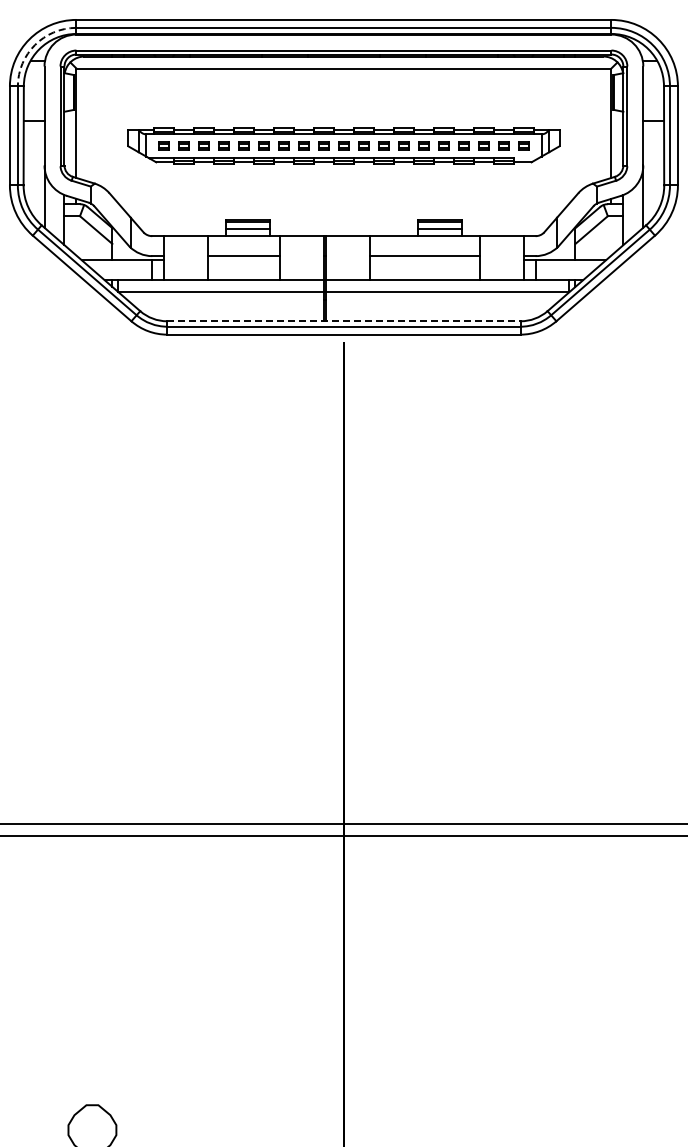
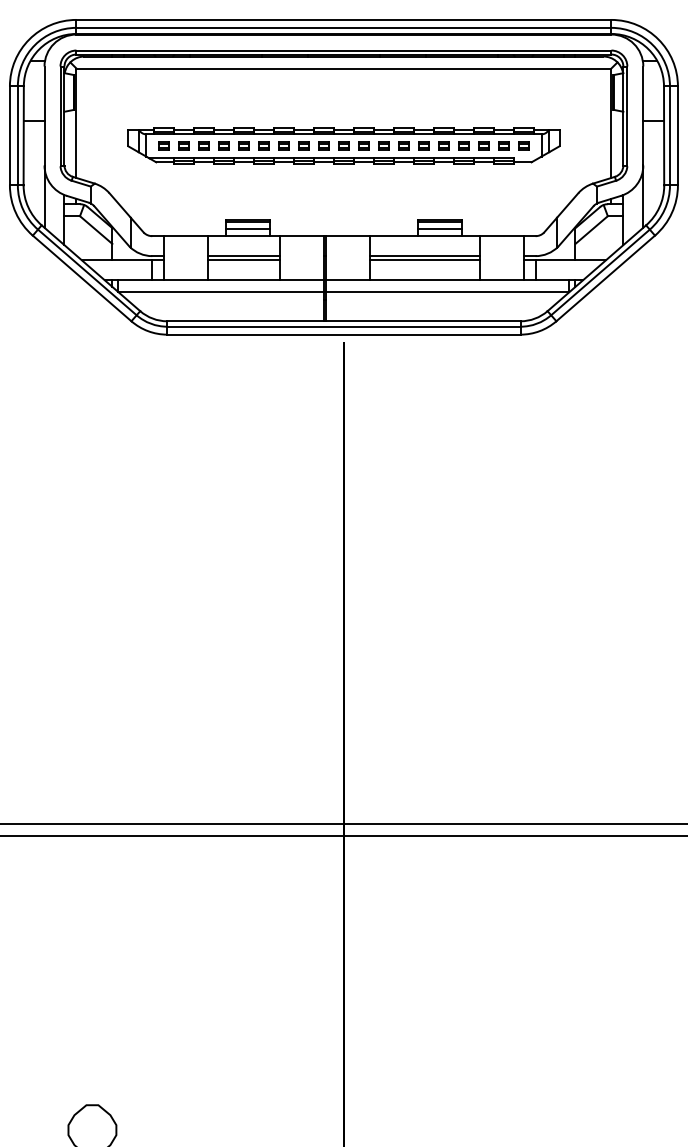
arc at (35, 45): dashed -> solid
line at (244, 260): none -> present
line at (424, 260): none -> present
line at (343, 321): dashed -> solid
